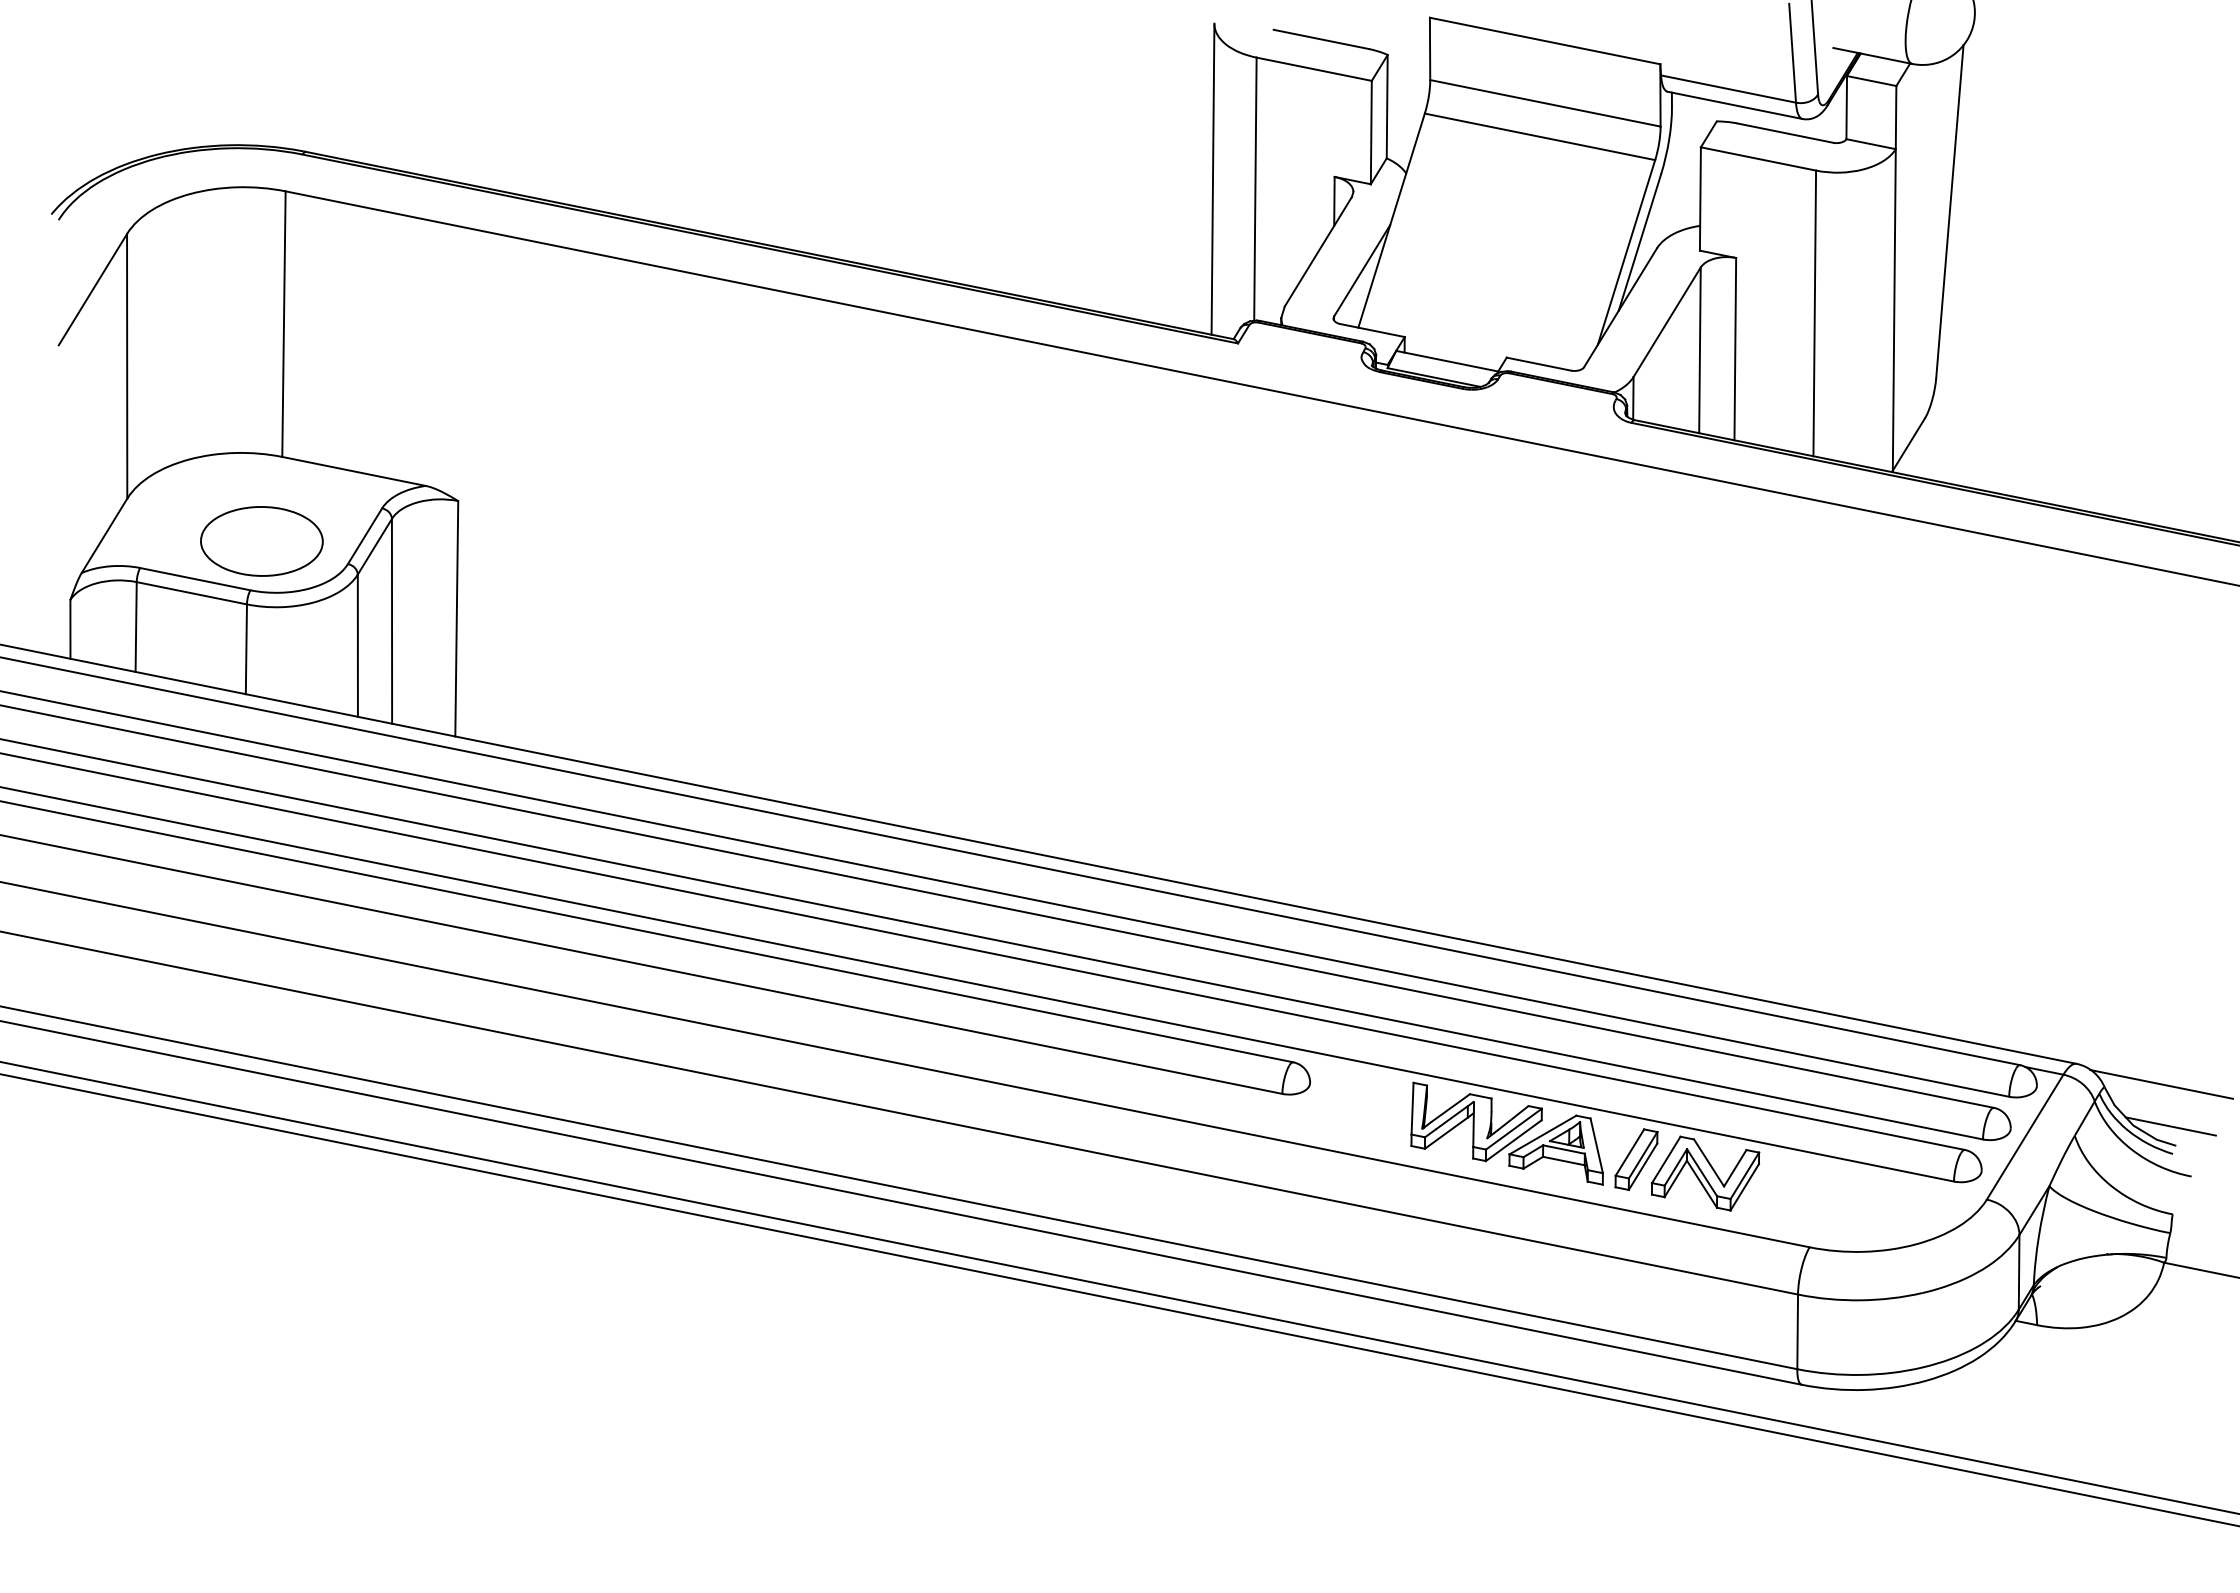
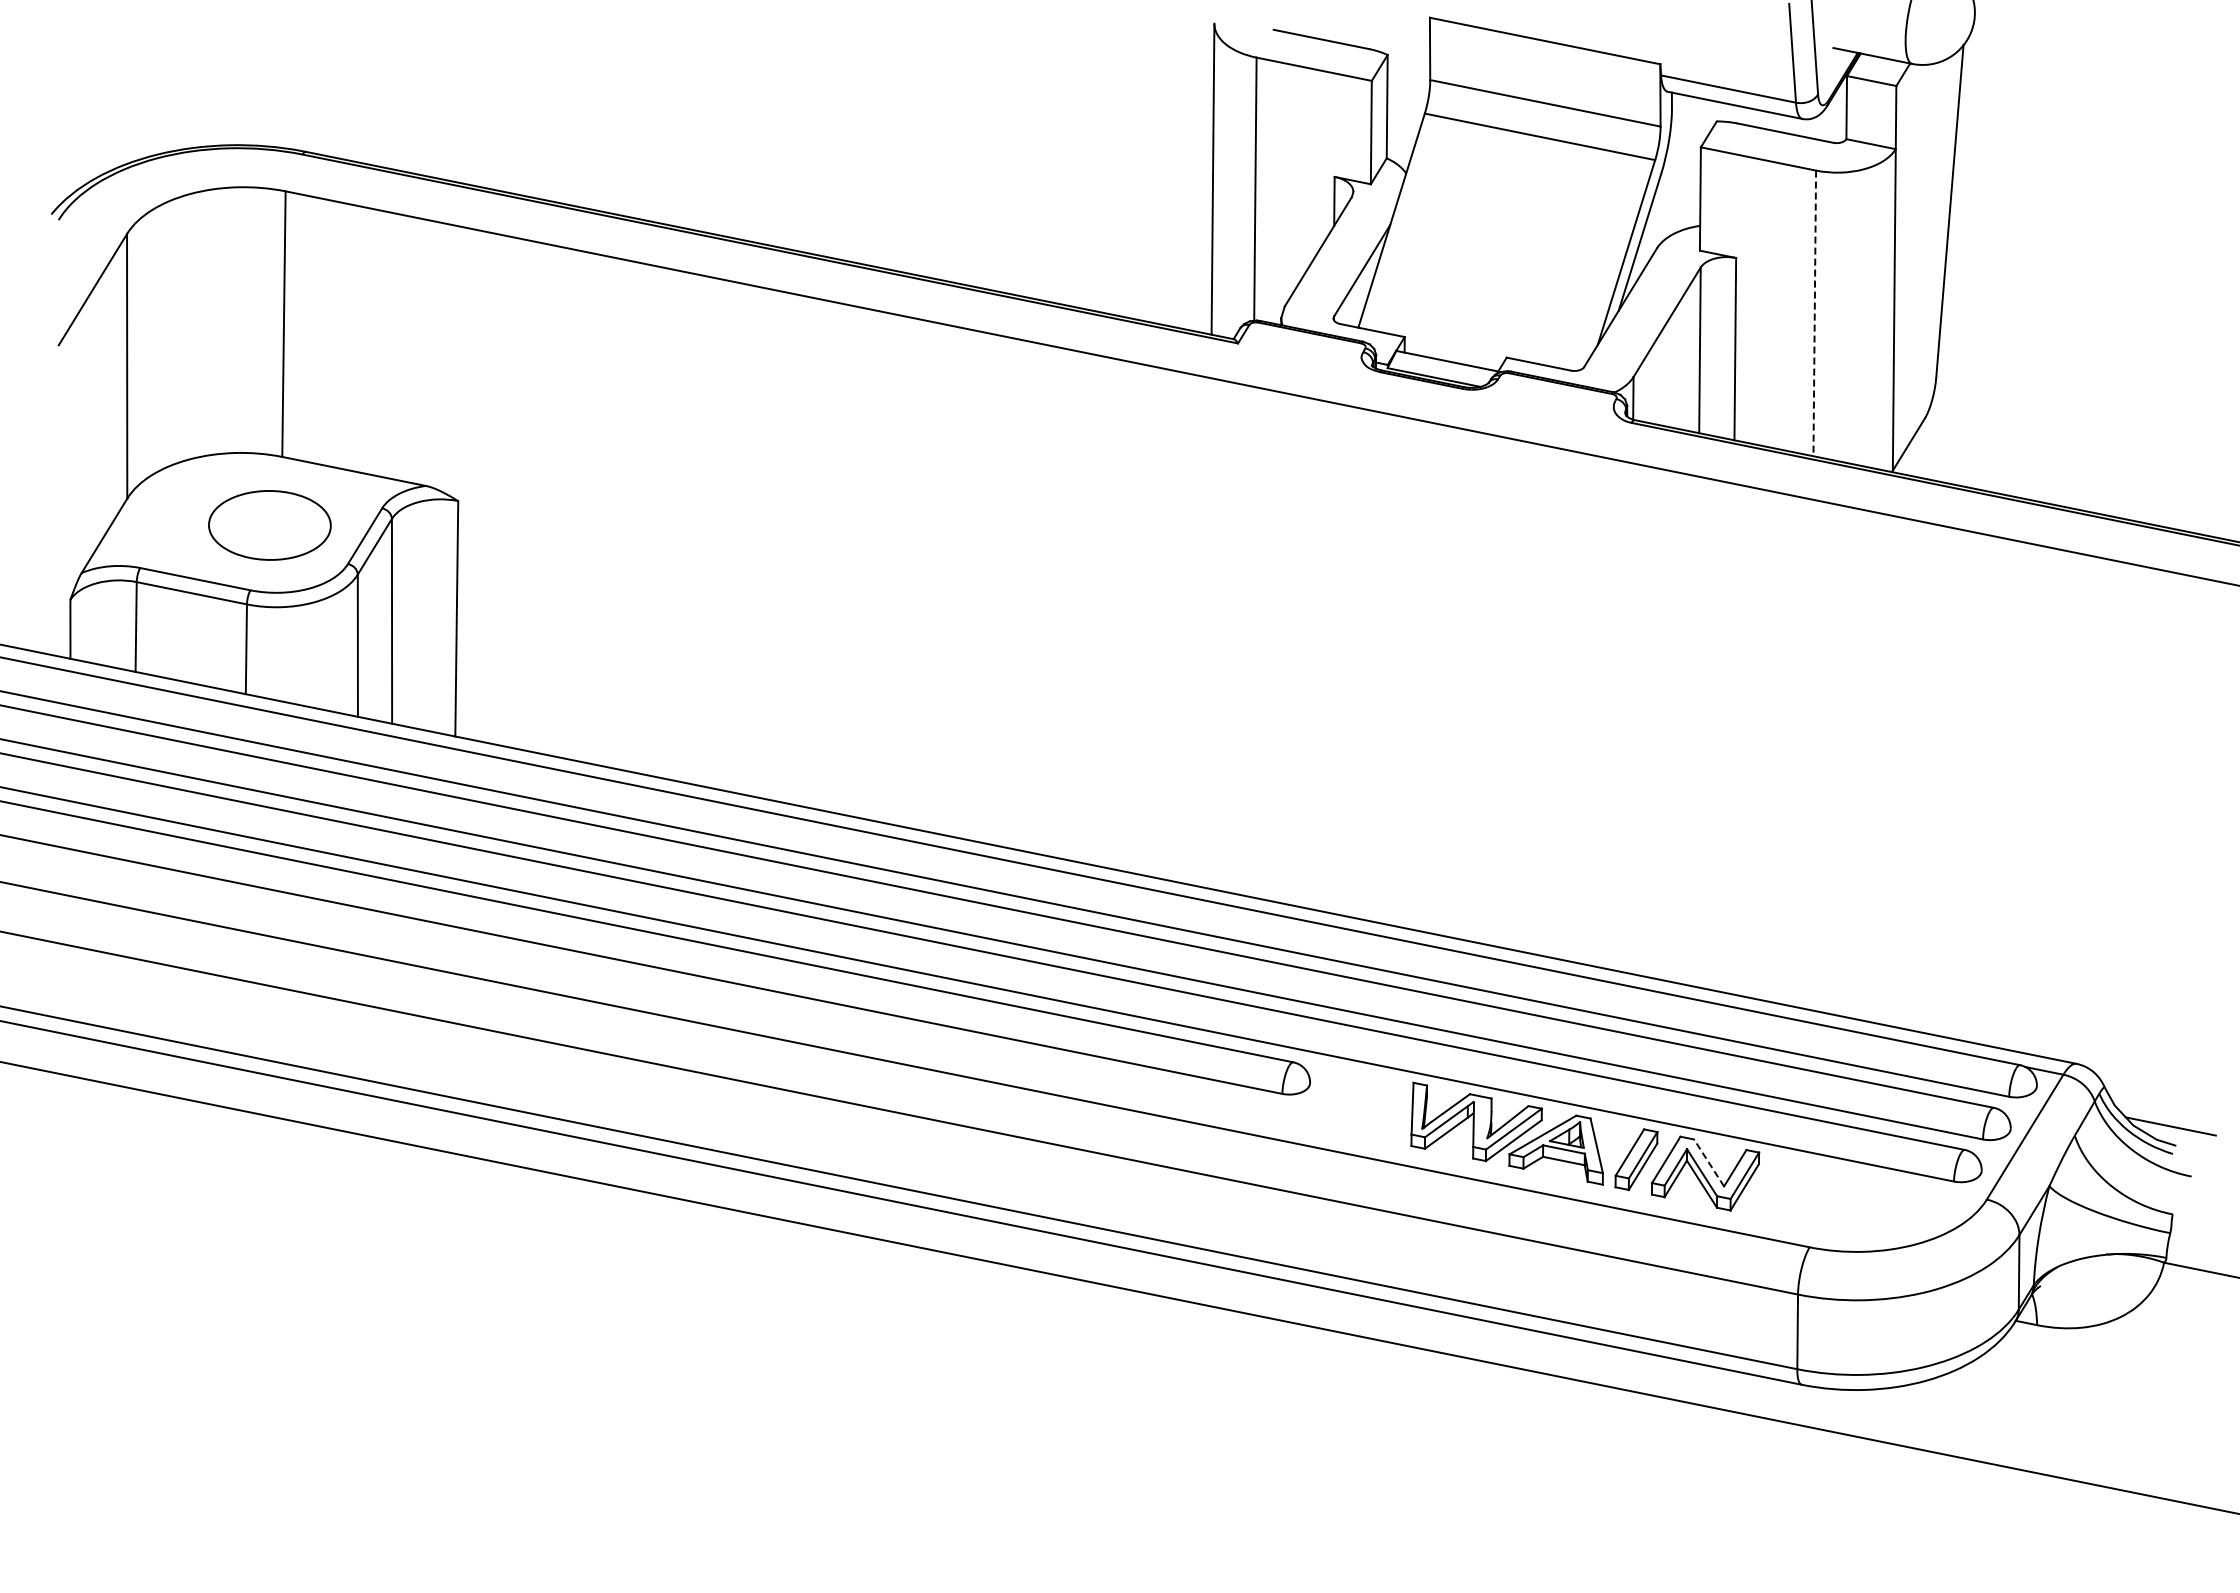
line at (1814, 313): solid -> dashed
part at (261, 541) position: (261, 541) -> (269, 525)
line at (2161, 1084): present -> none
line at (1709, 1162): solid -> dashed
line at (1119, 1299): present -> none
